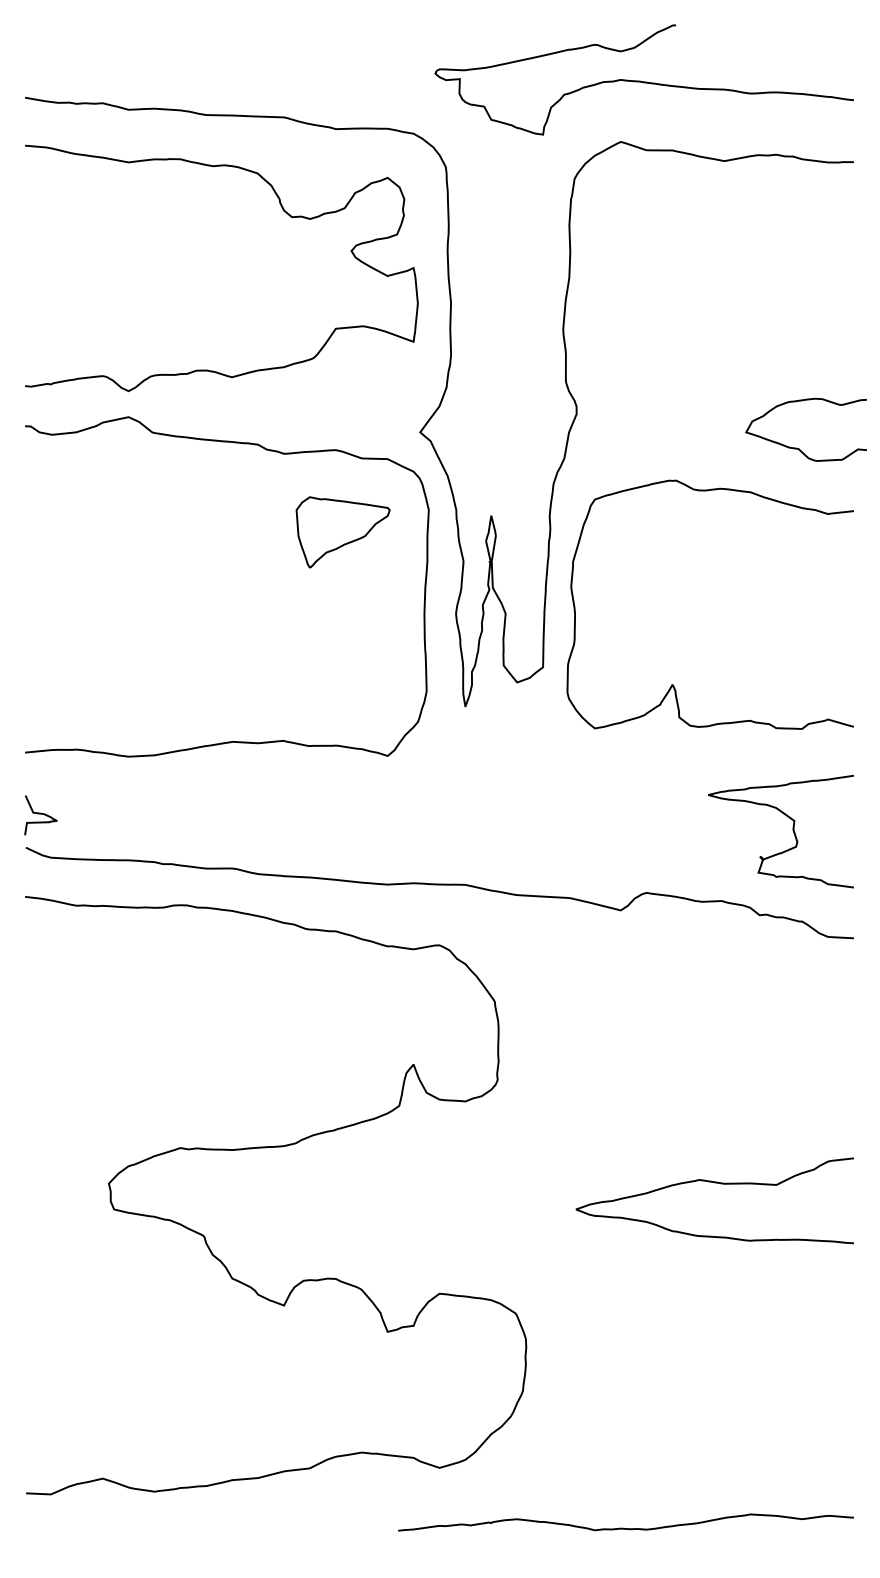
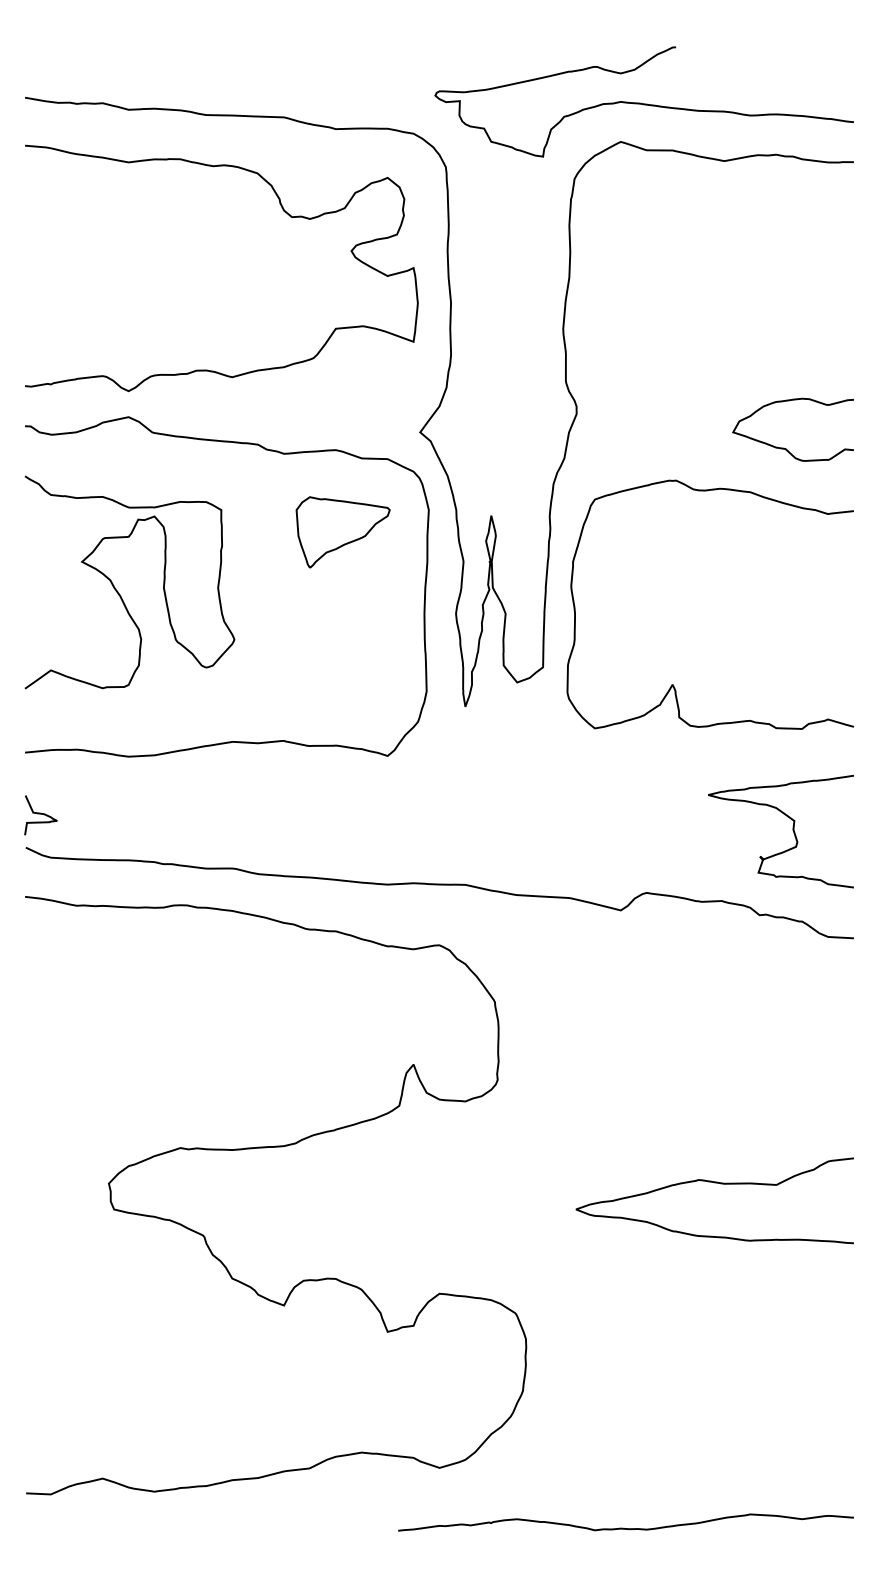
curve at (643, 81) position: (643, 81) -> (643, 103)
curve at (799, 448) position: (799, 448) -> (786, 448)
curve at (118, 591): none -> present
